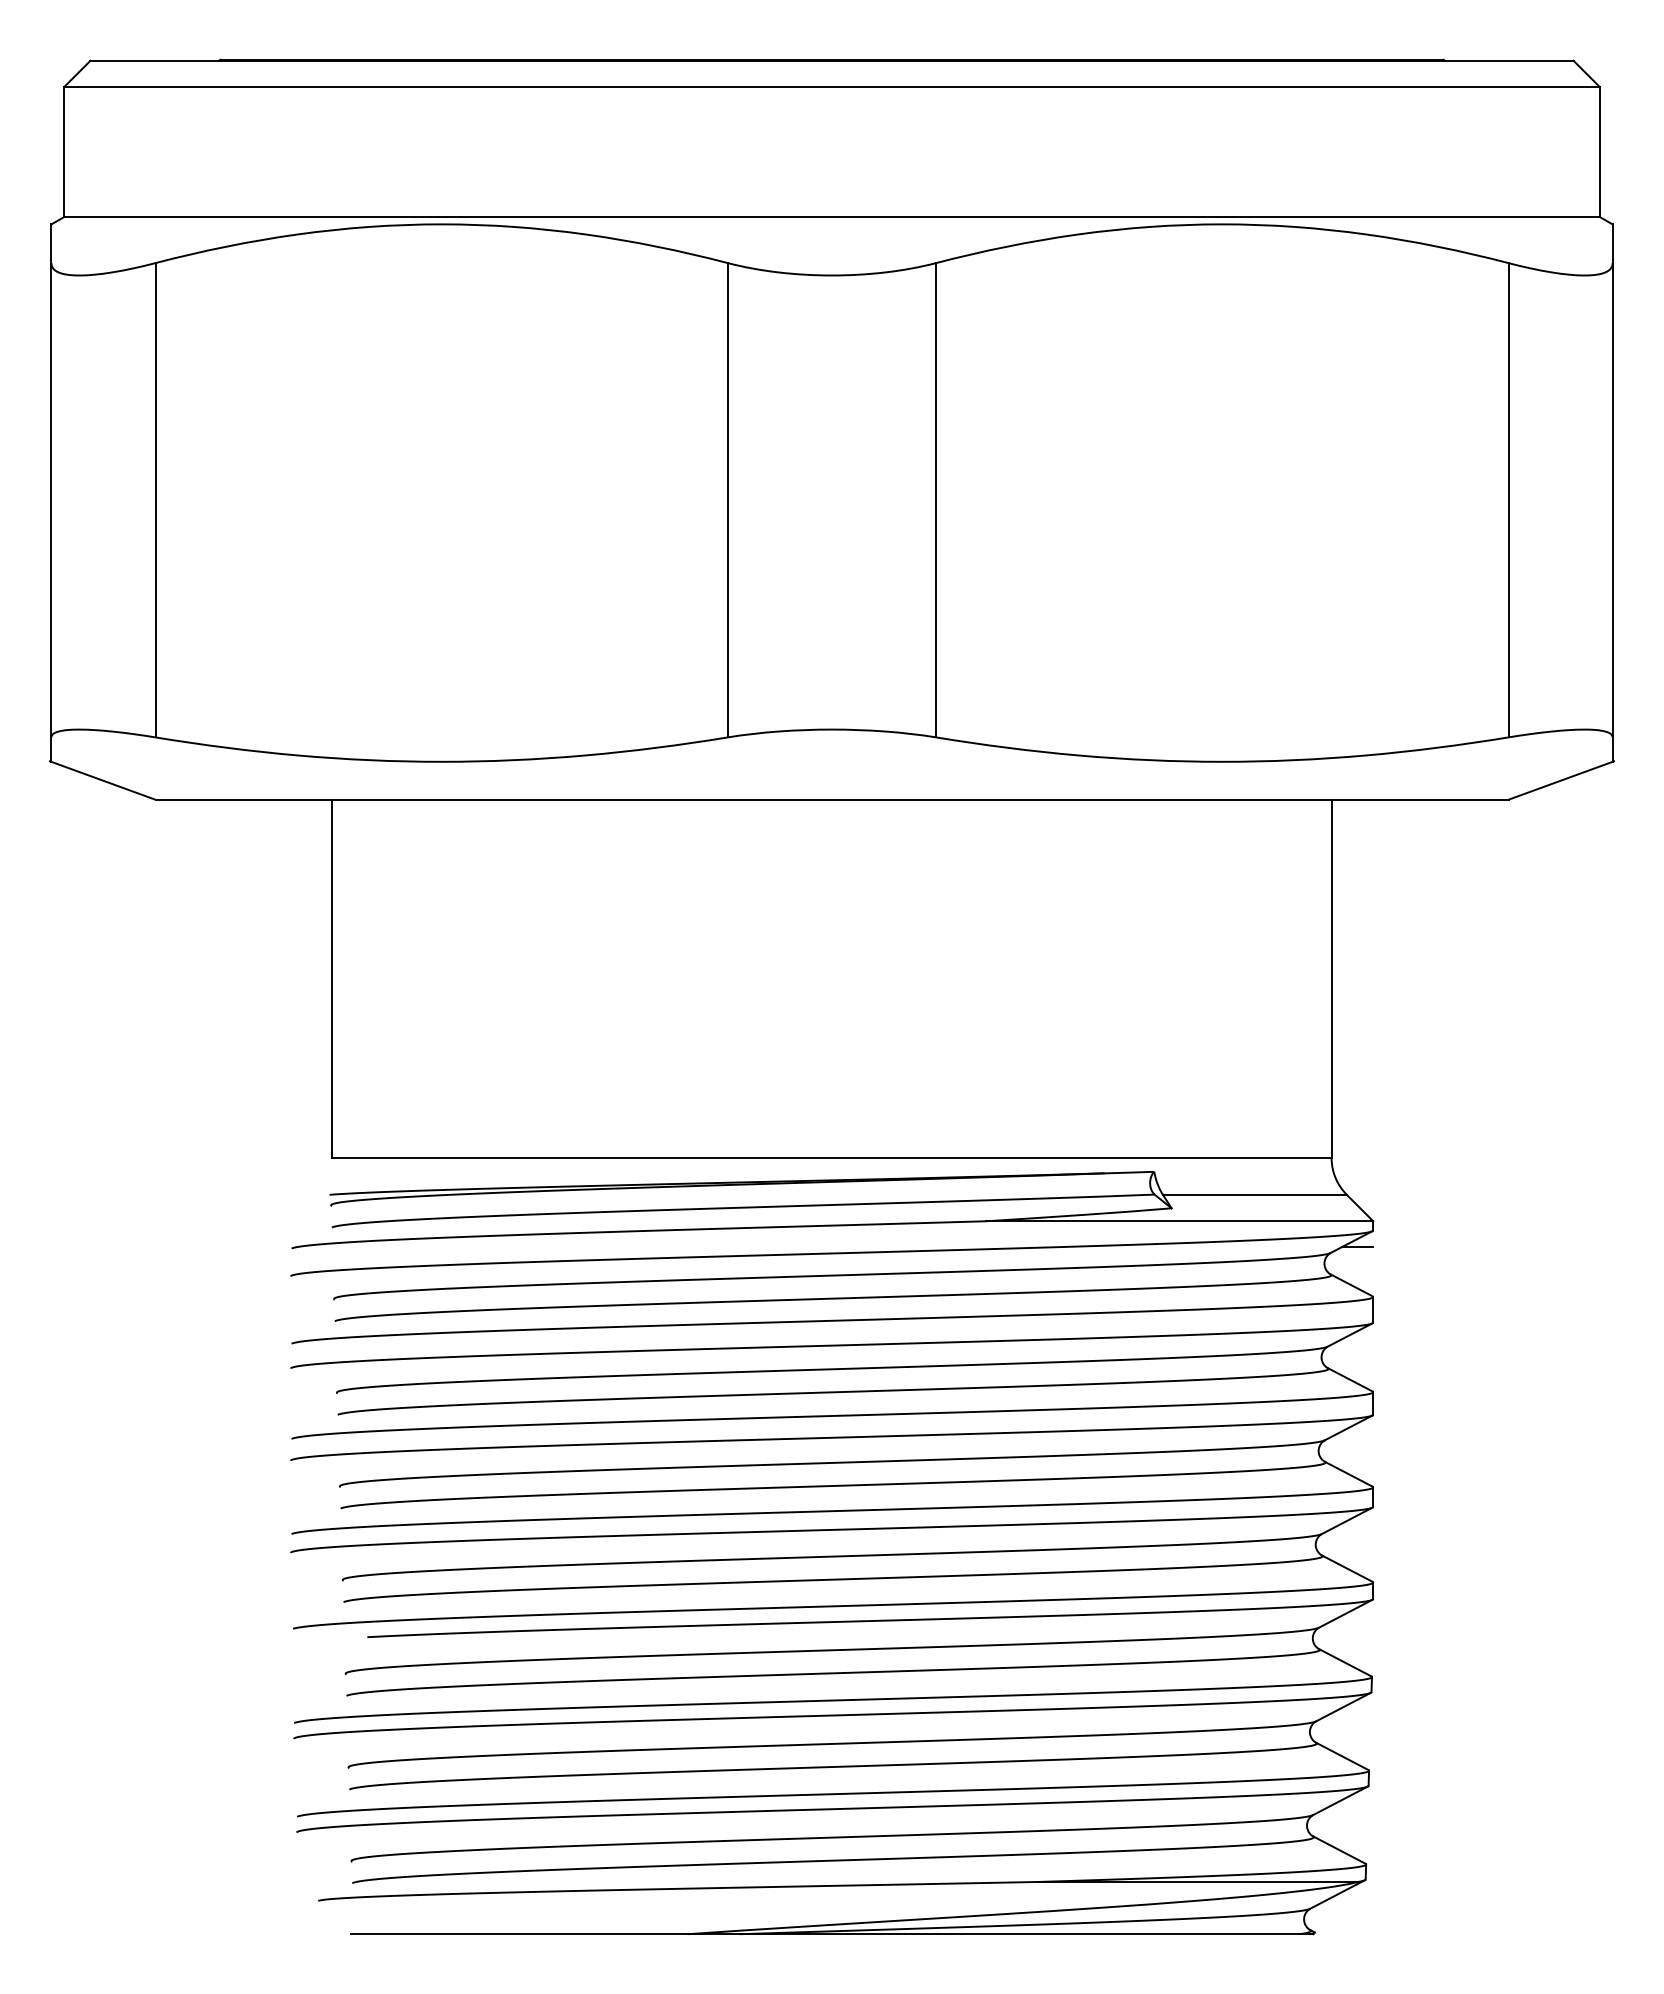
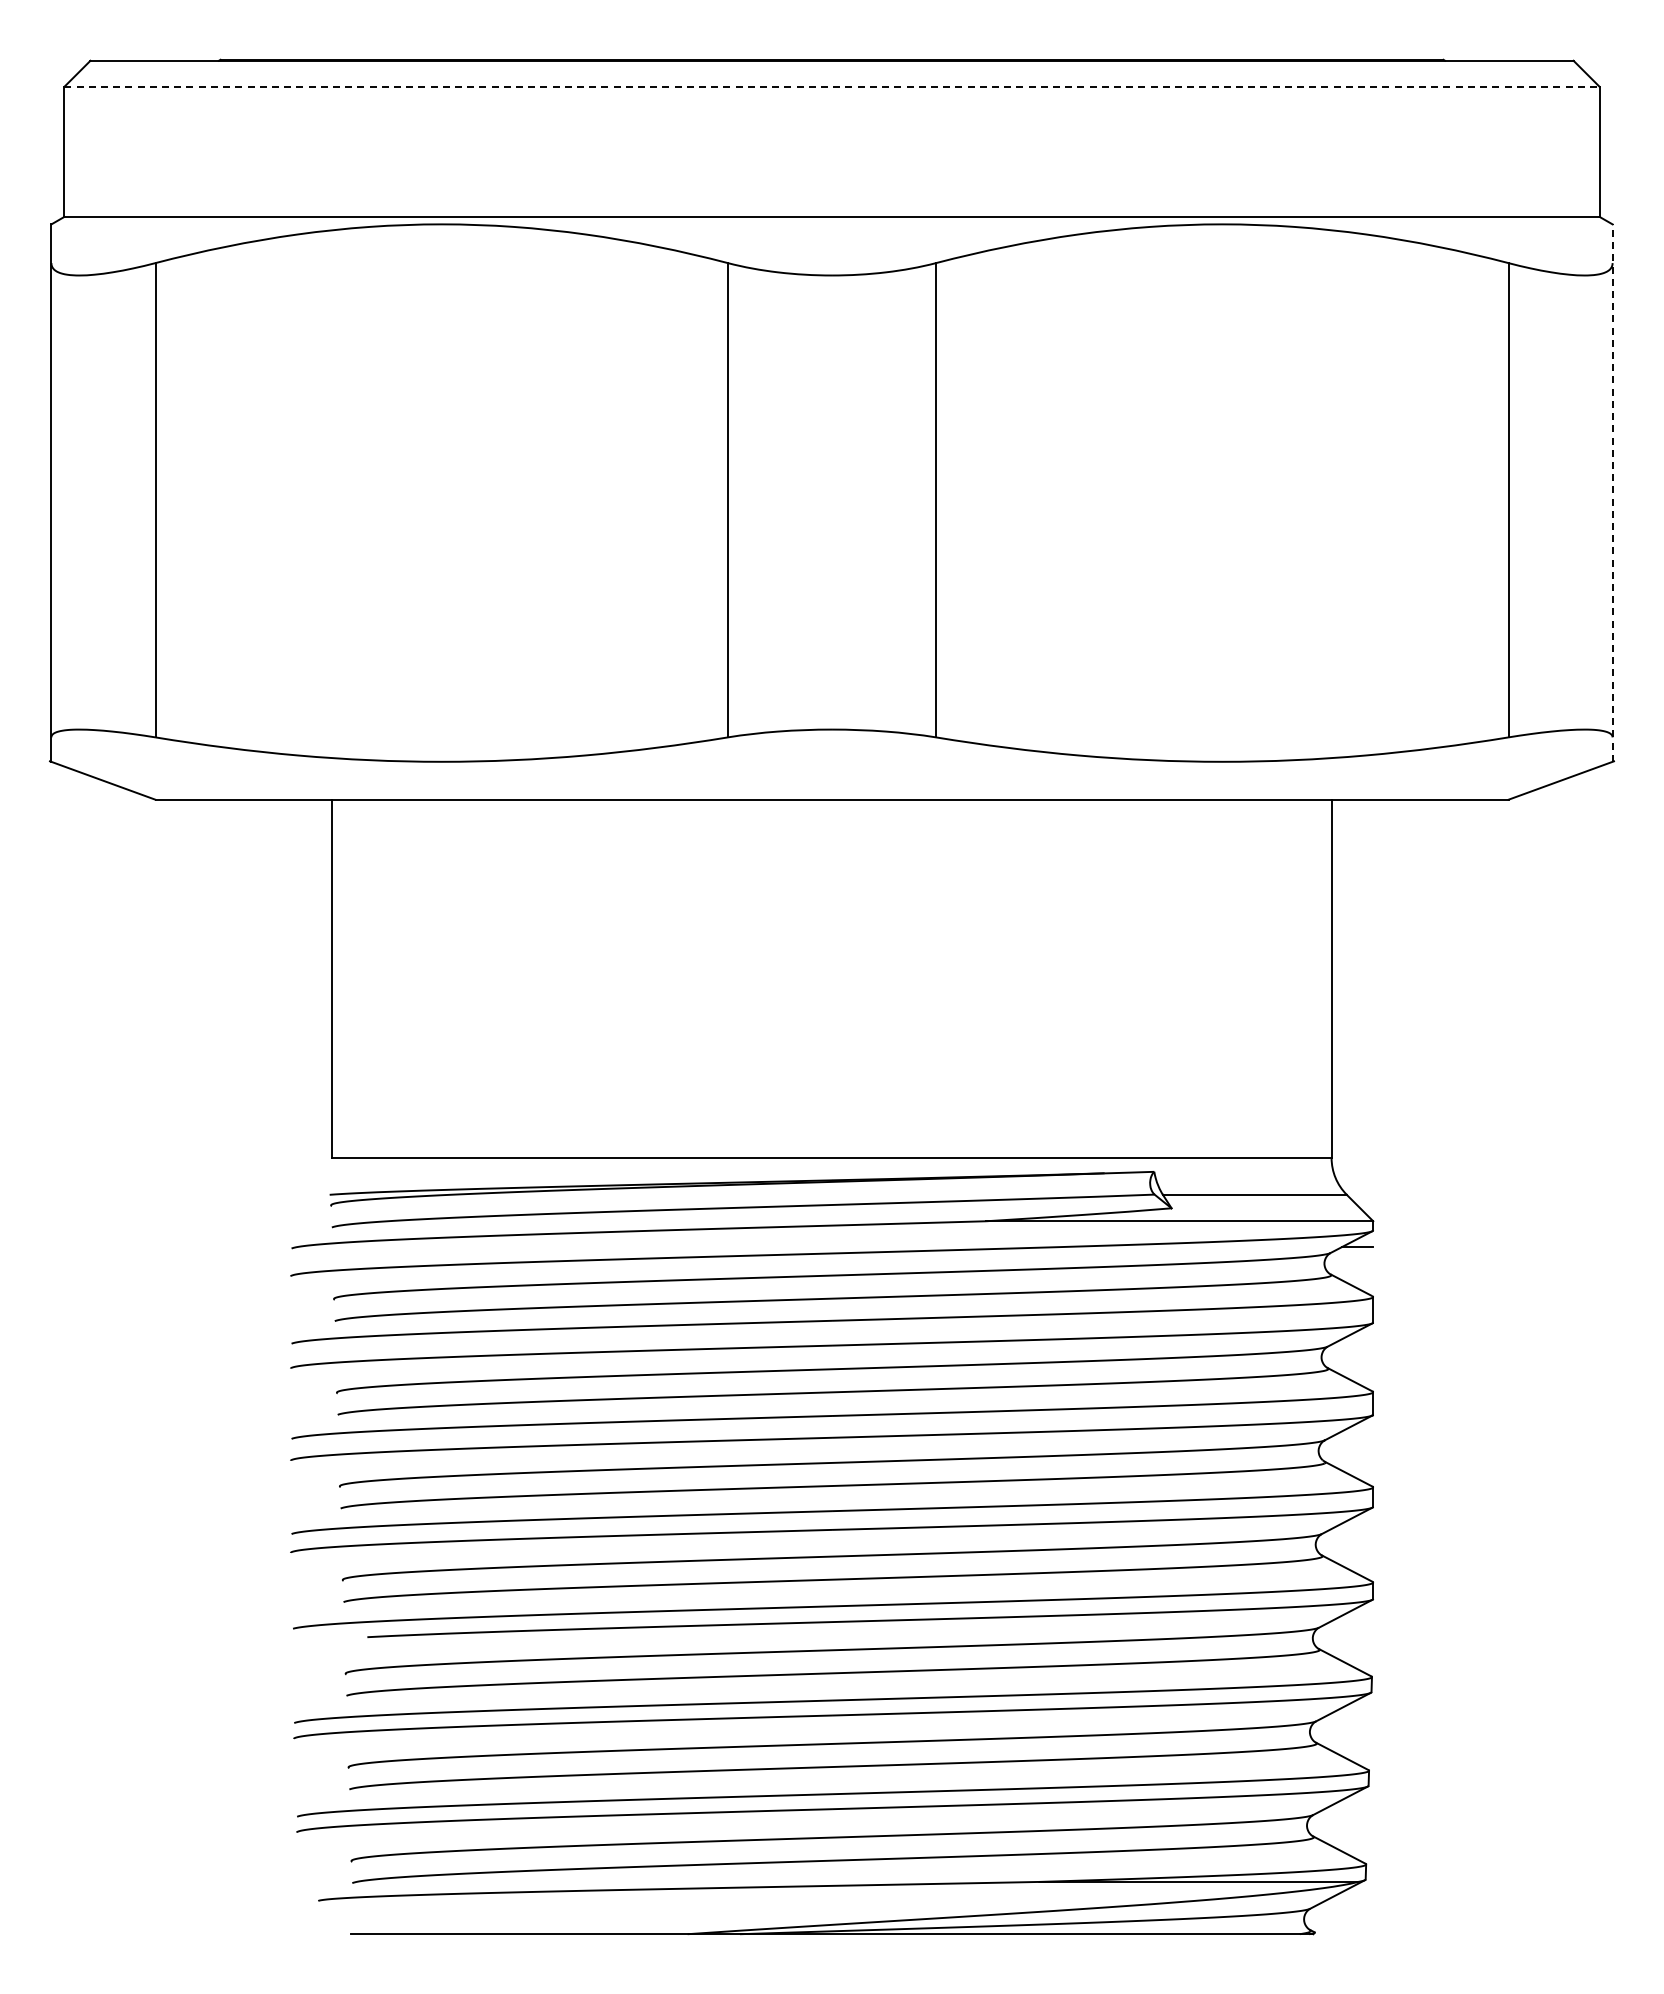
line at (832, 86): solid -> dashed
line at (1612, 493): solid -> dashed
